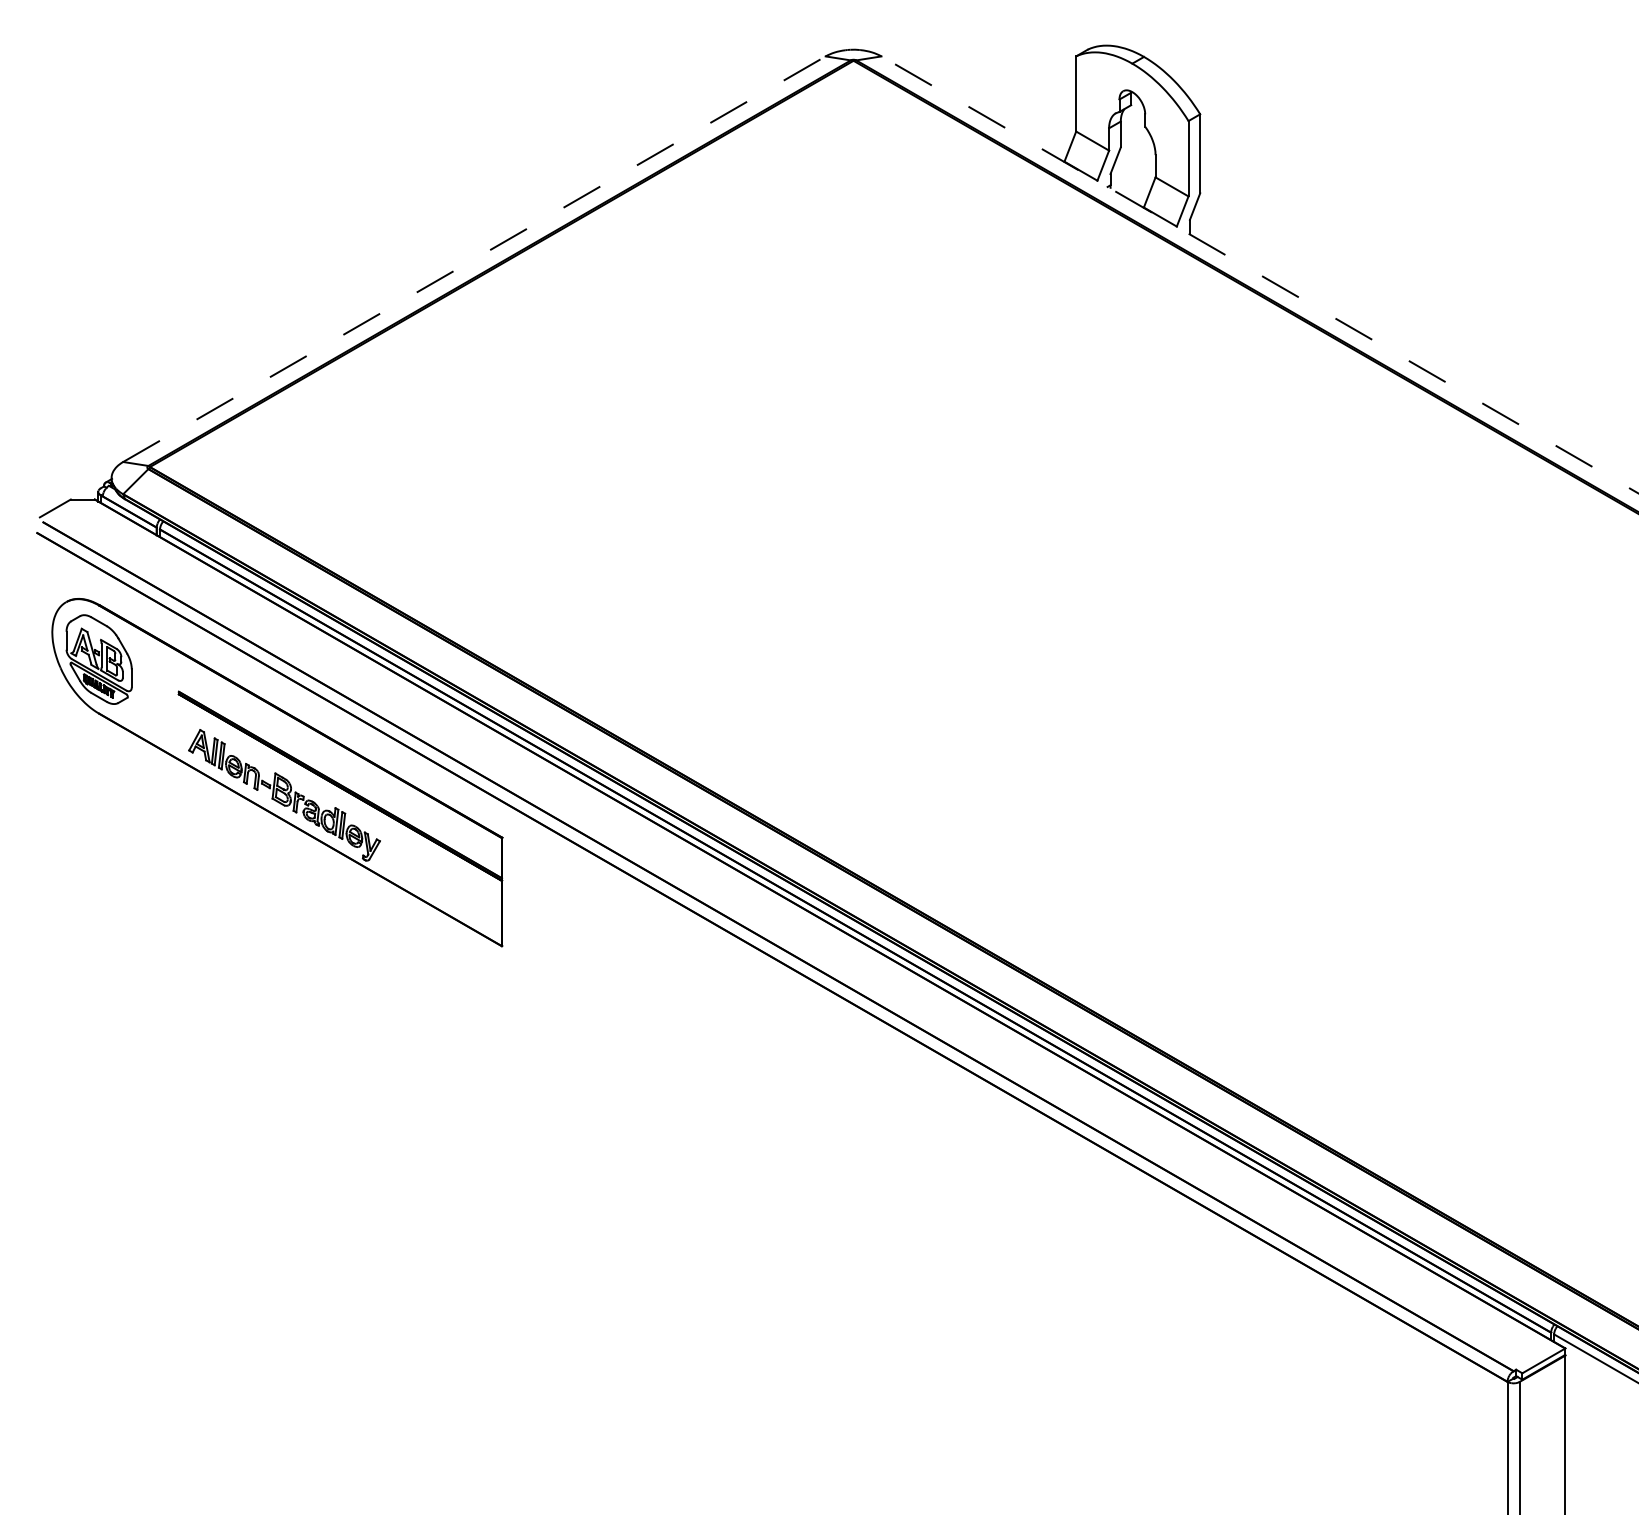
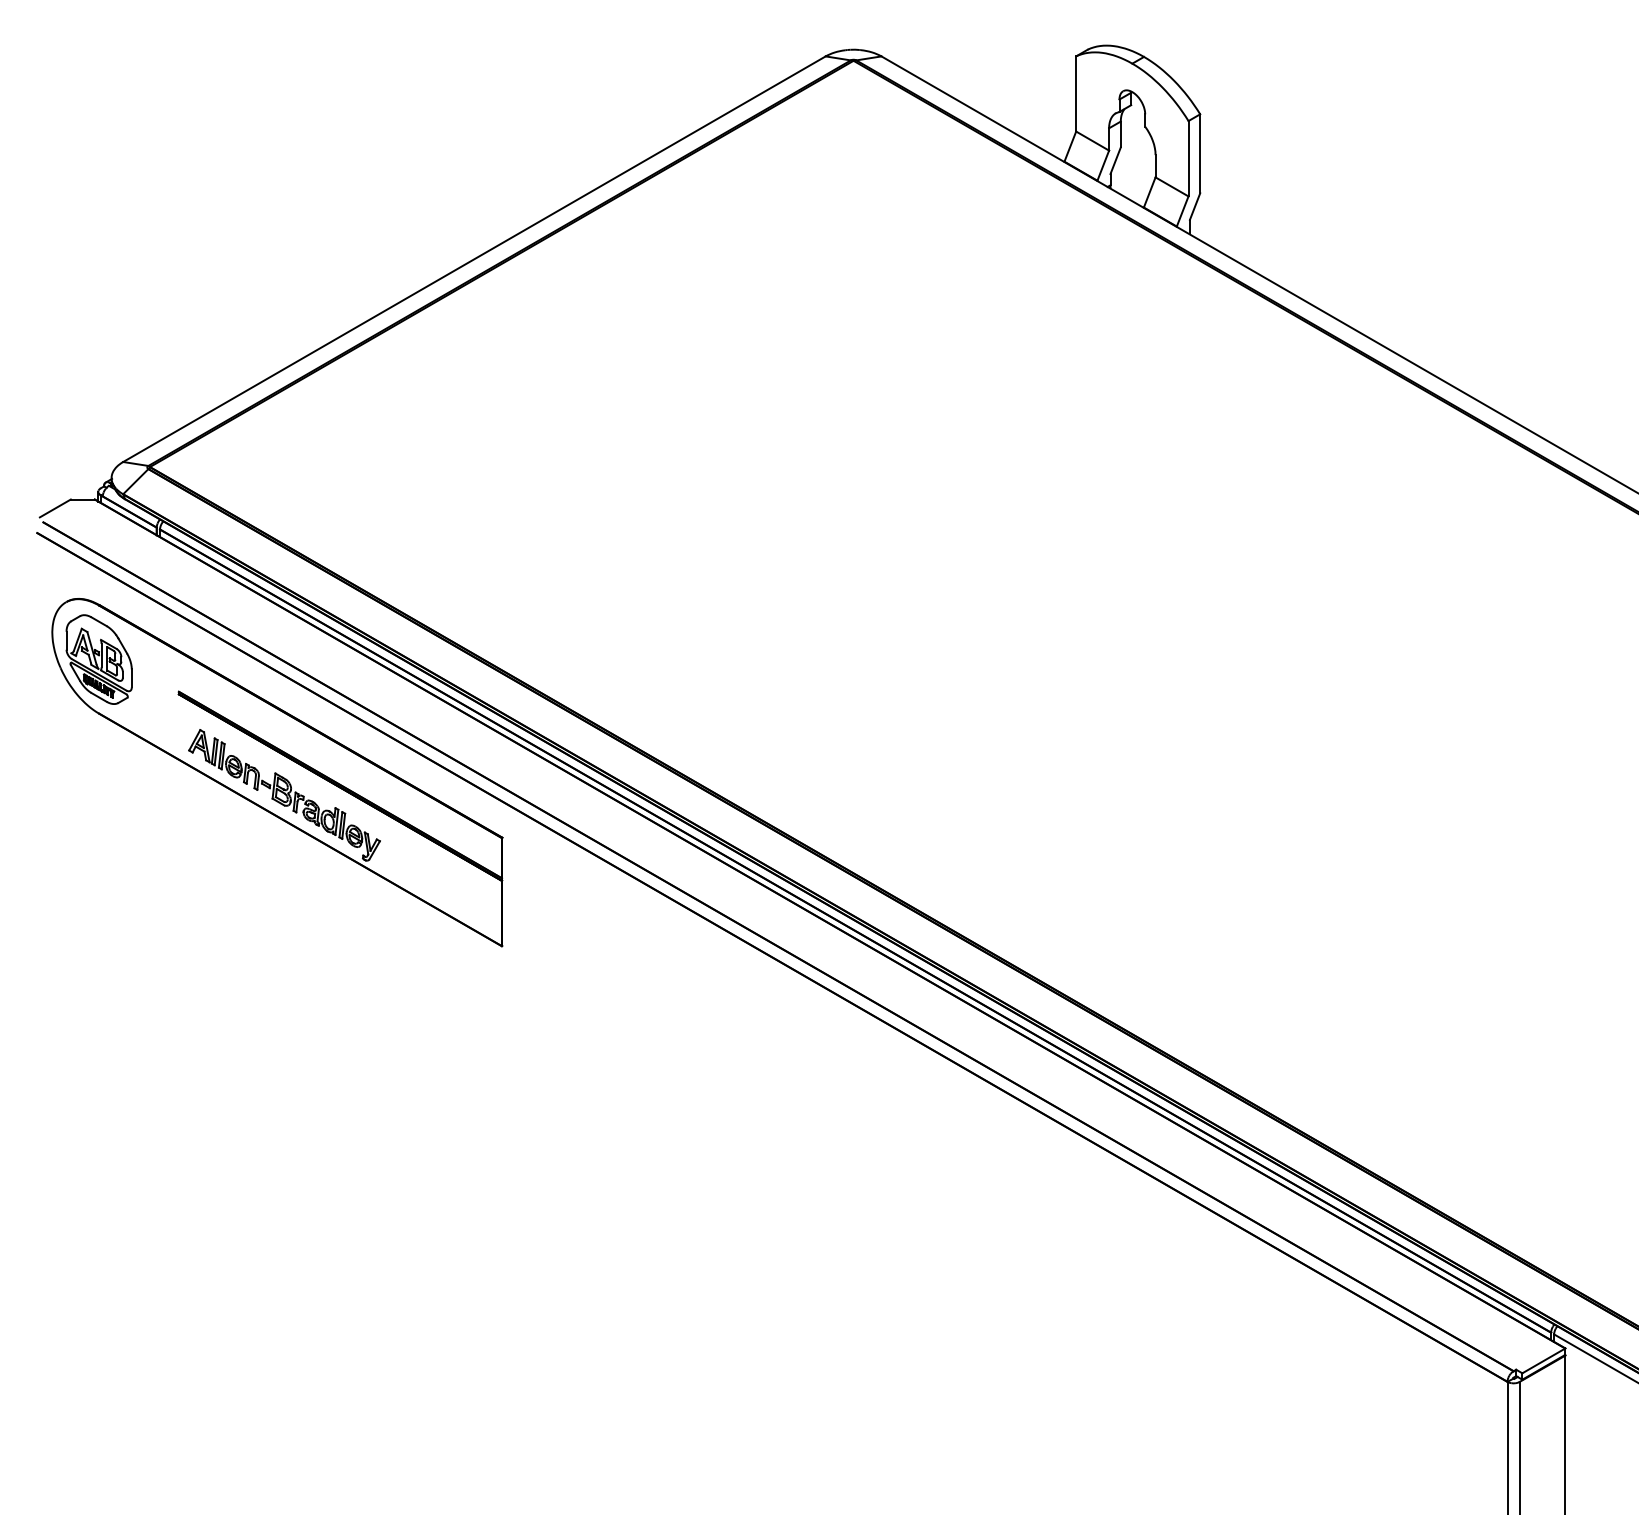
line at (474, 259): dashed -> solid
line at (1259, 274): dashed -> solid
